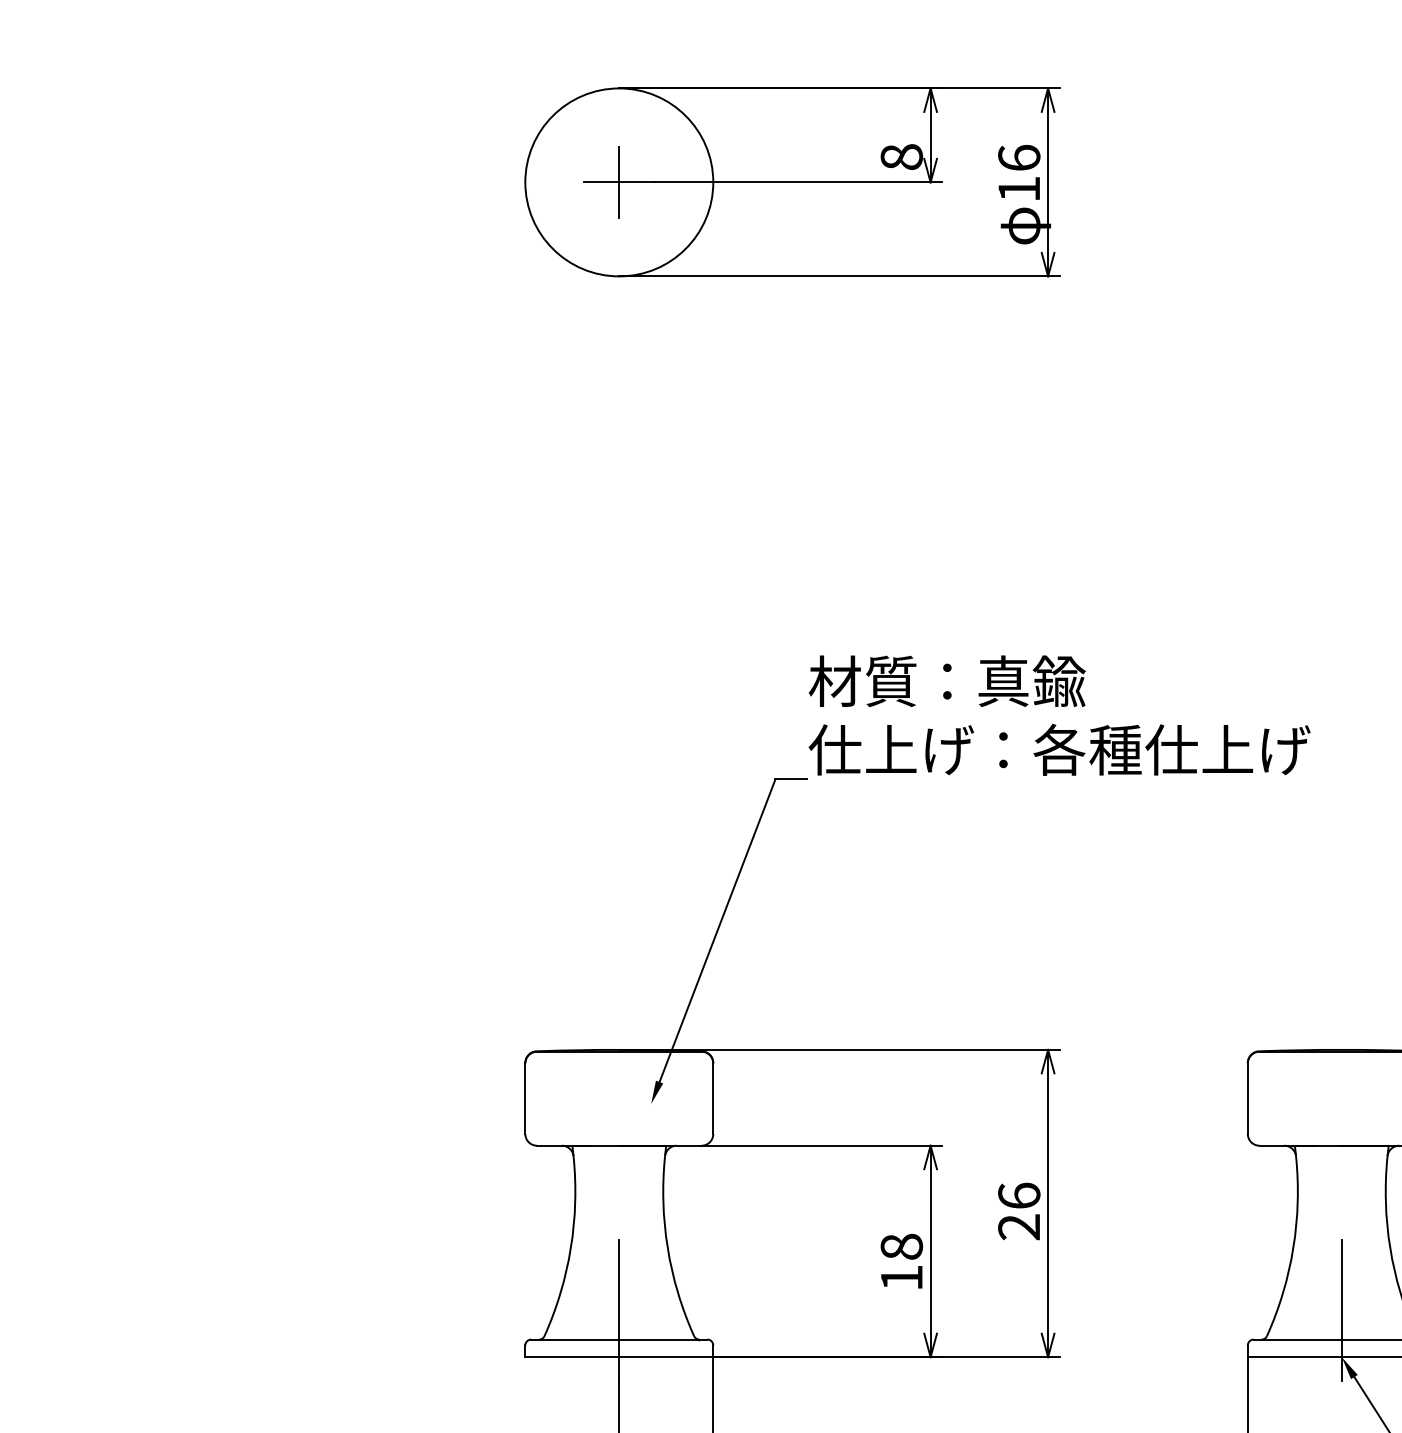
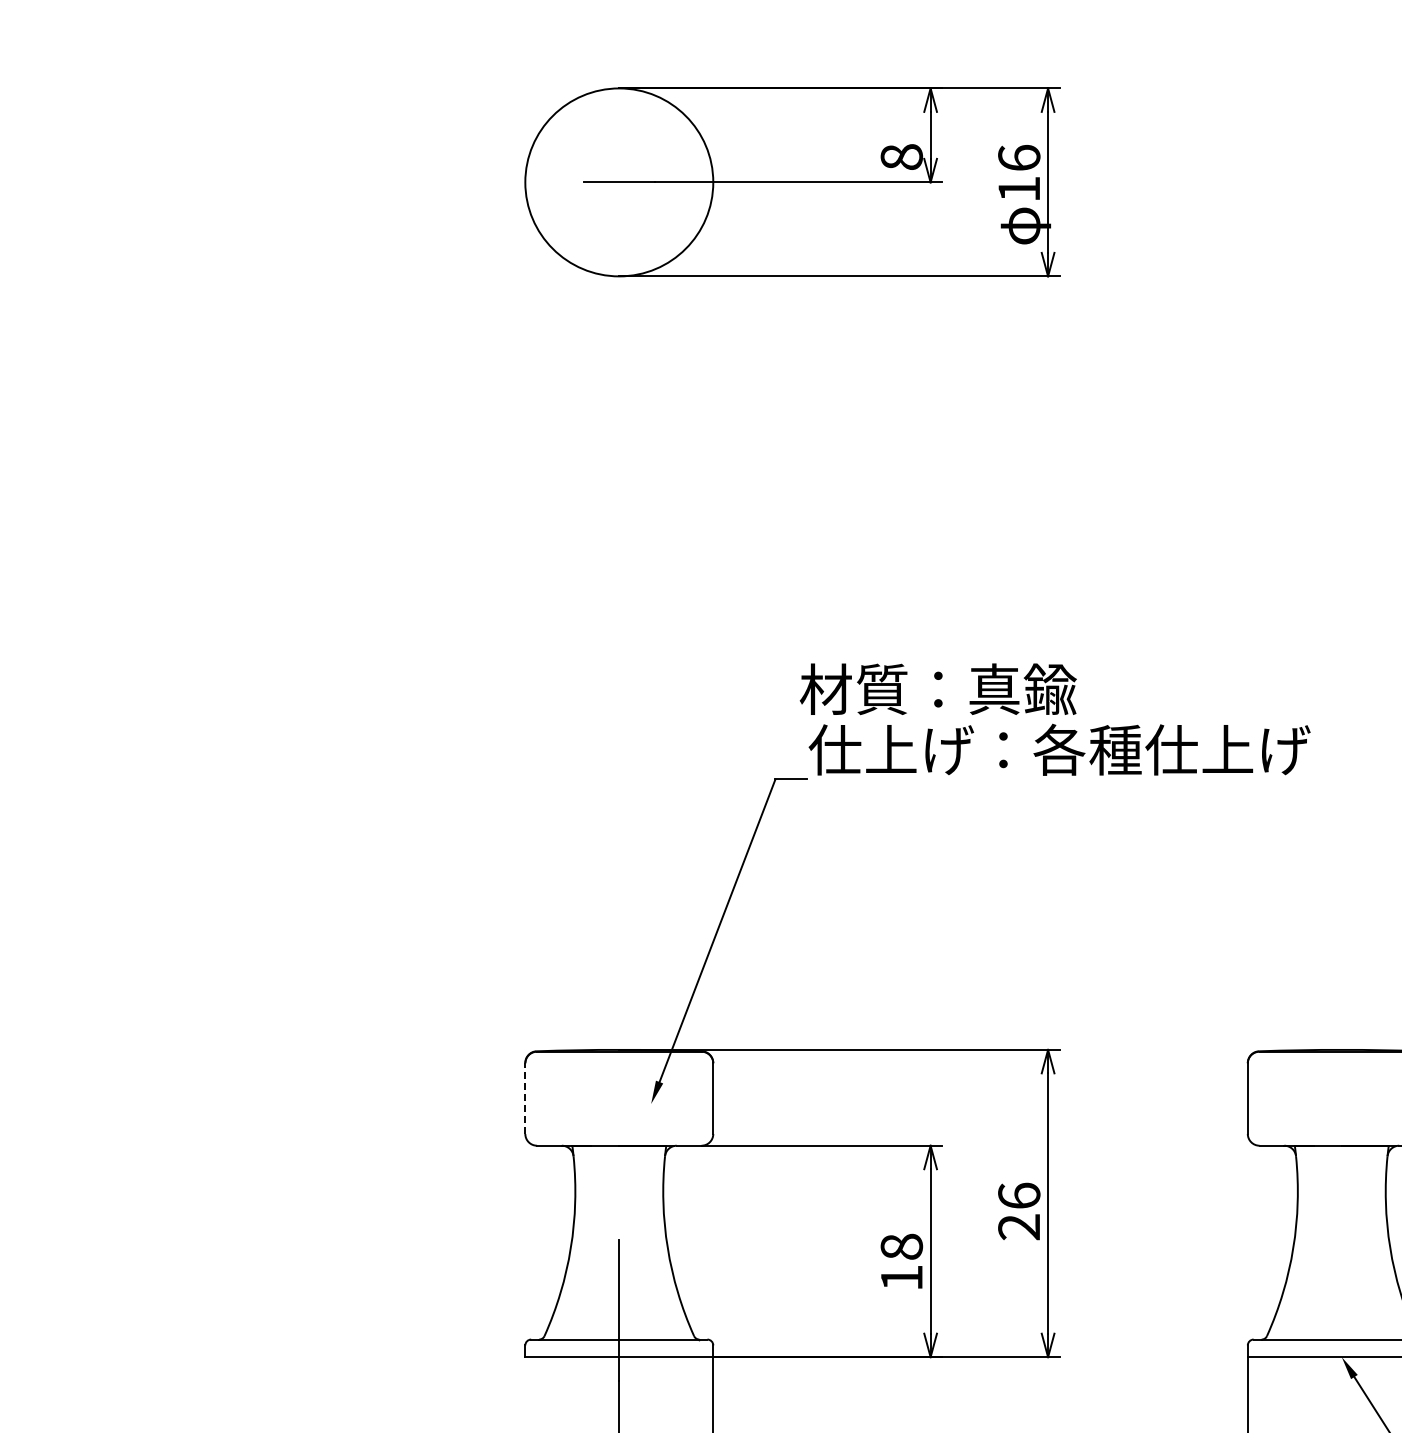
line at (619, 182): present -> none
text at (946, 681) position: (946, 681) -> (937, 689)
line at (525, 1098): solid -> dashed
line at (1341, 1309): present -> none
